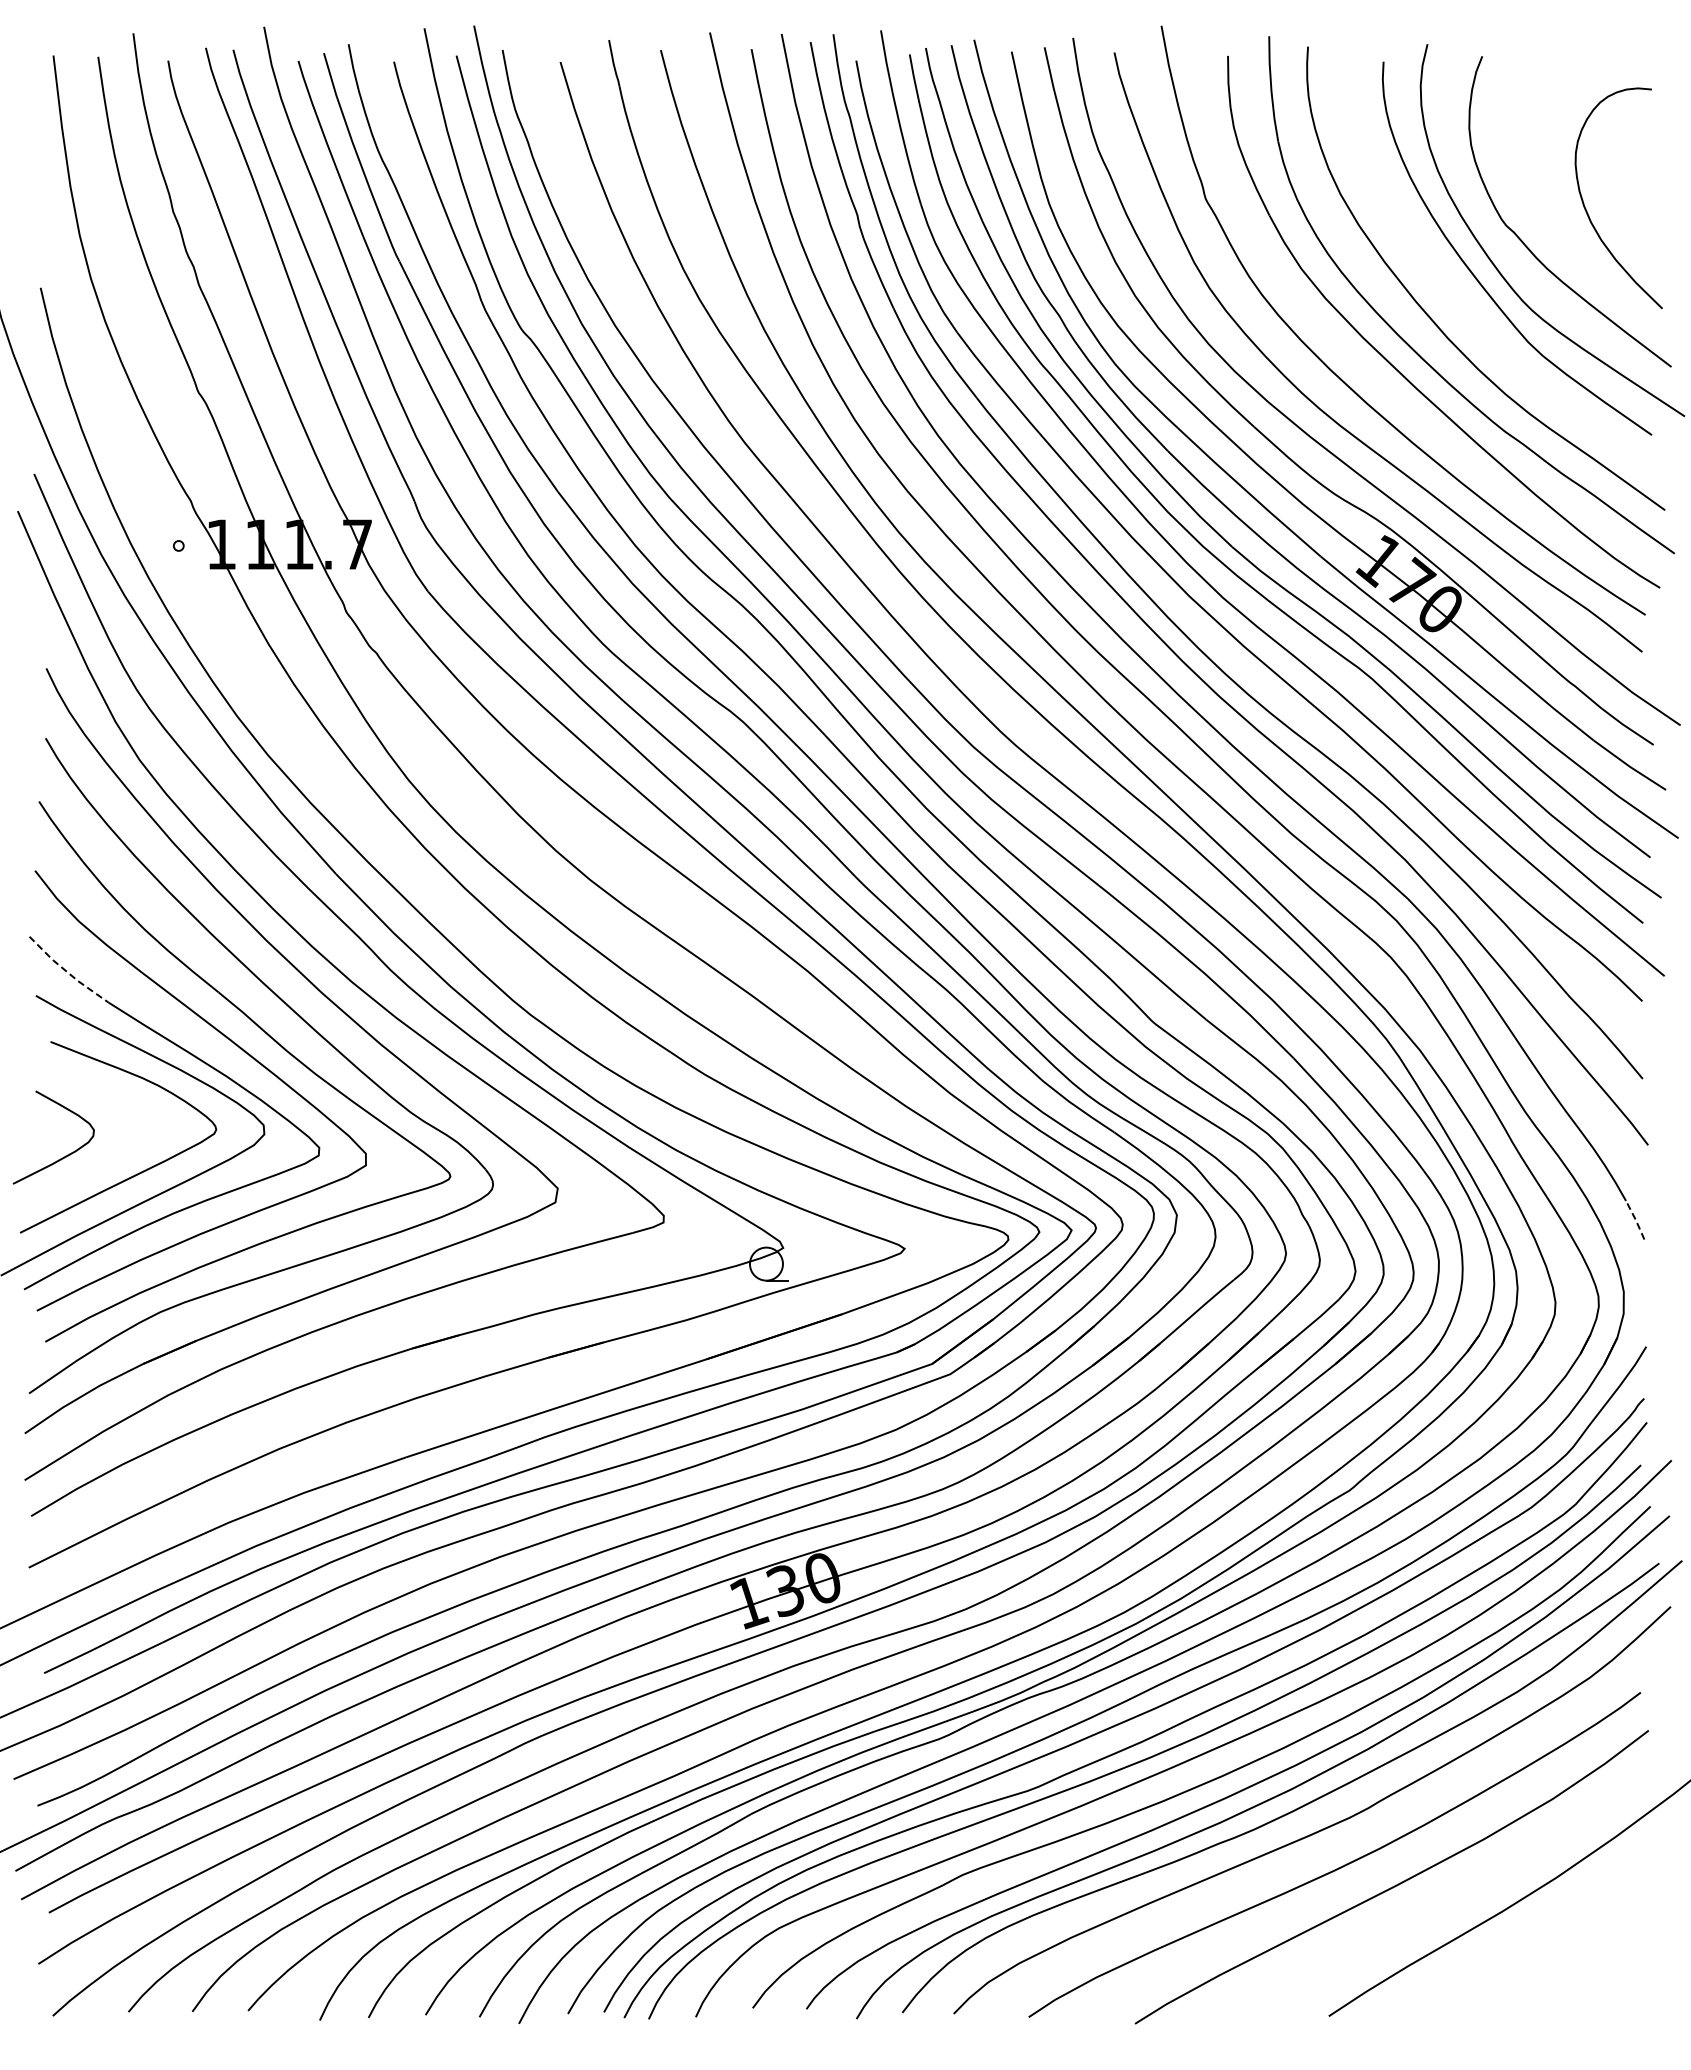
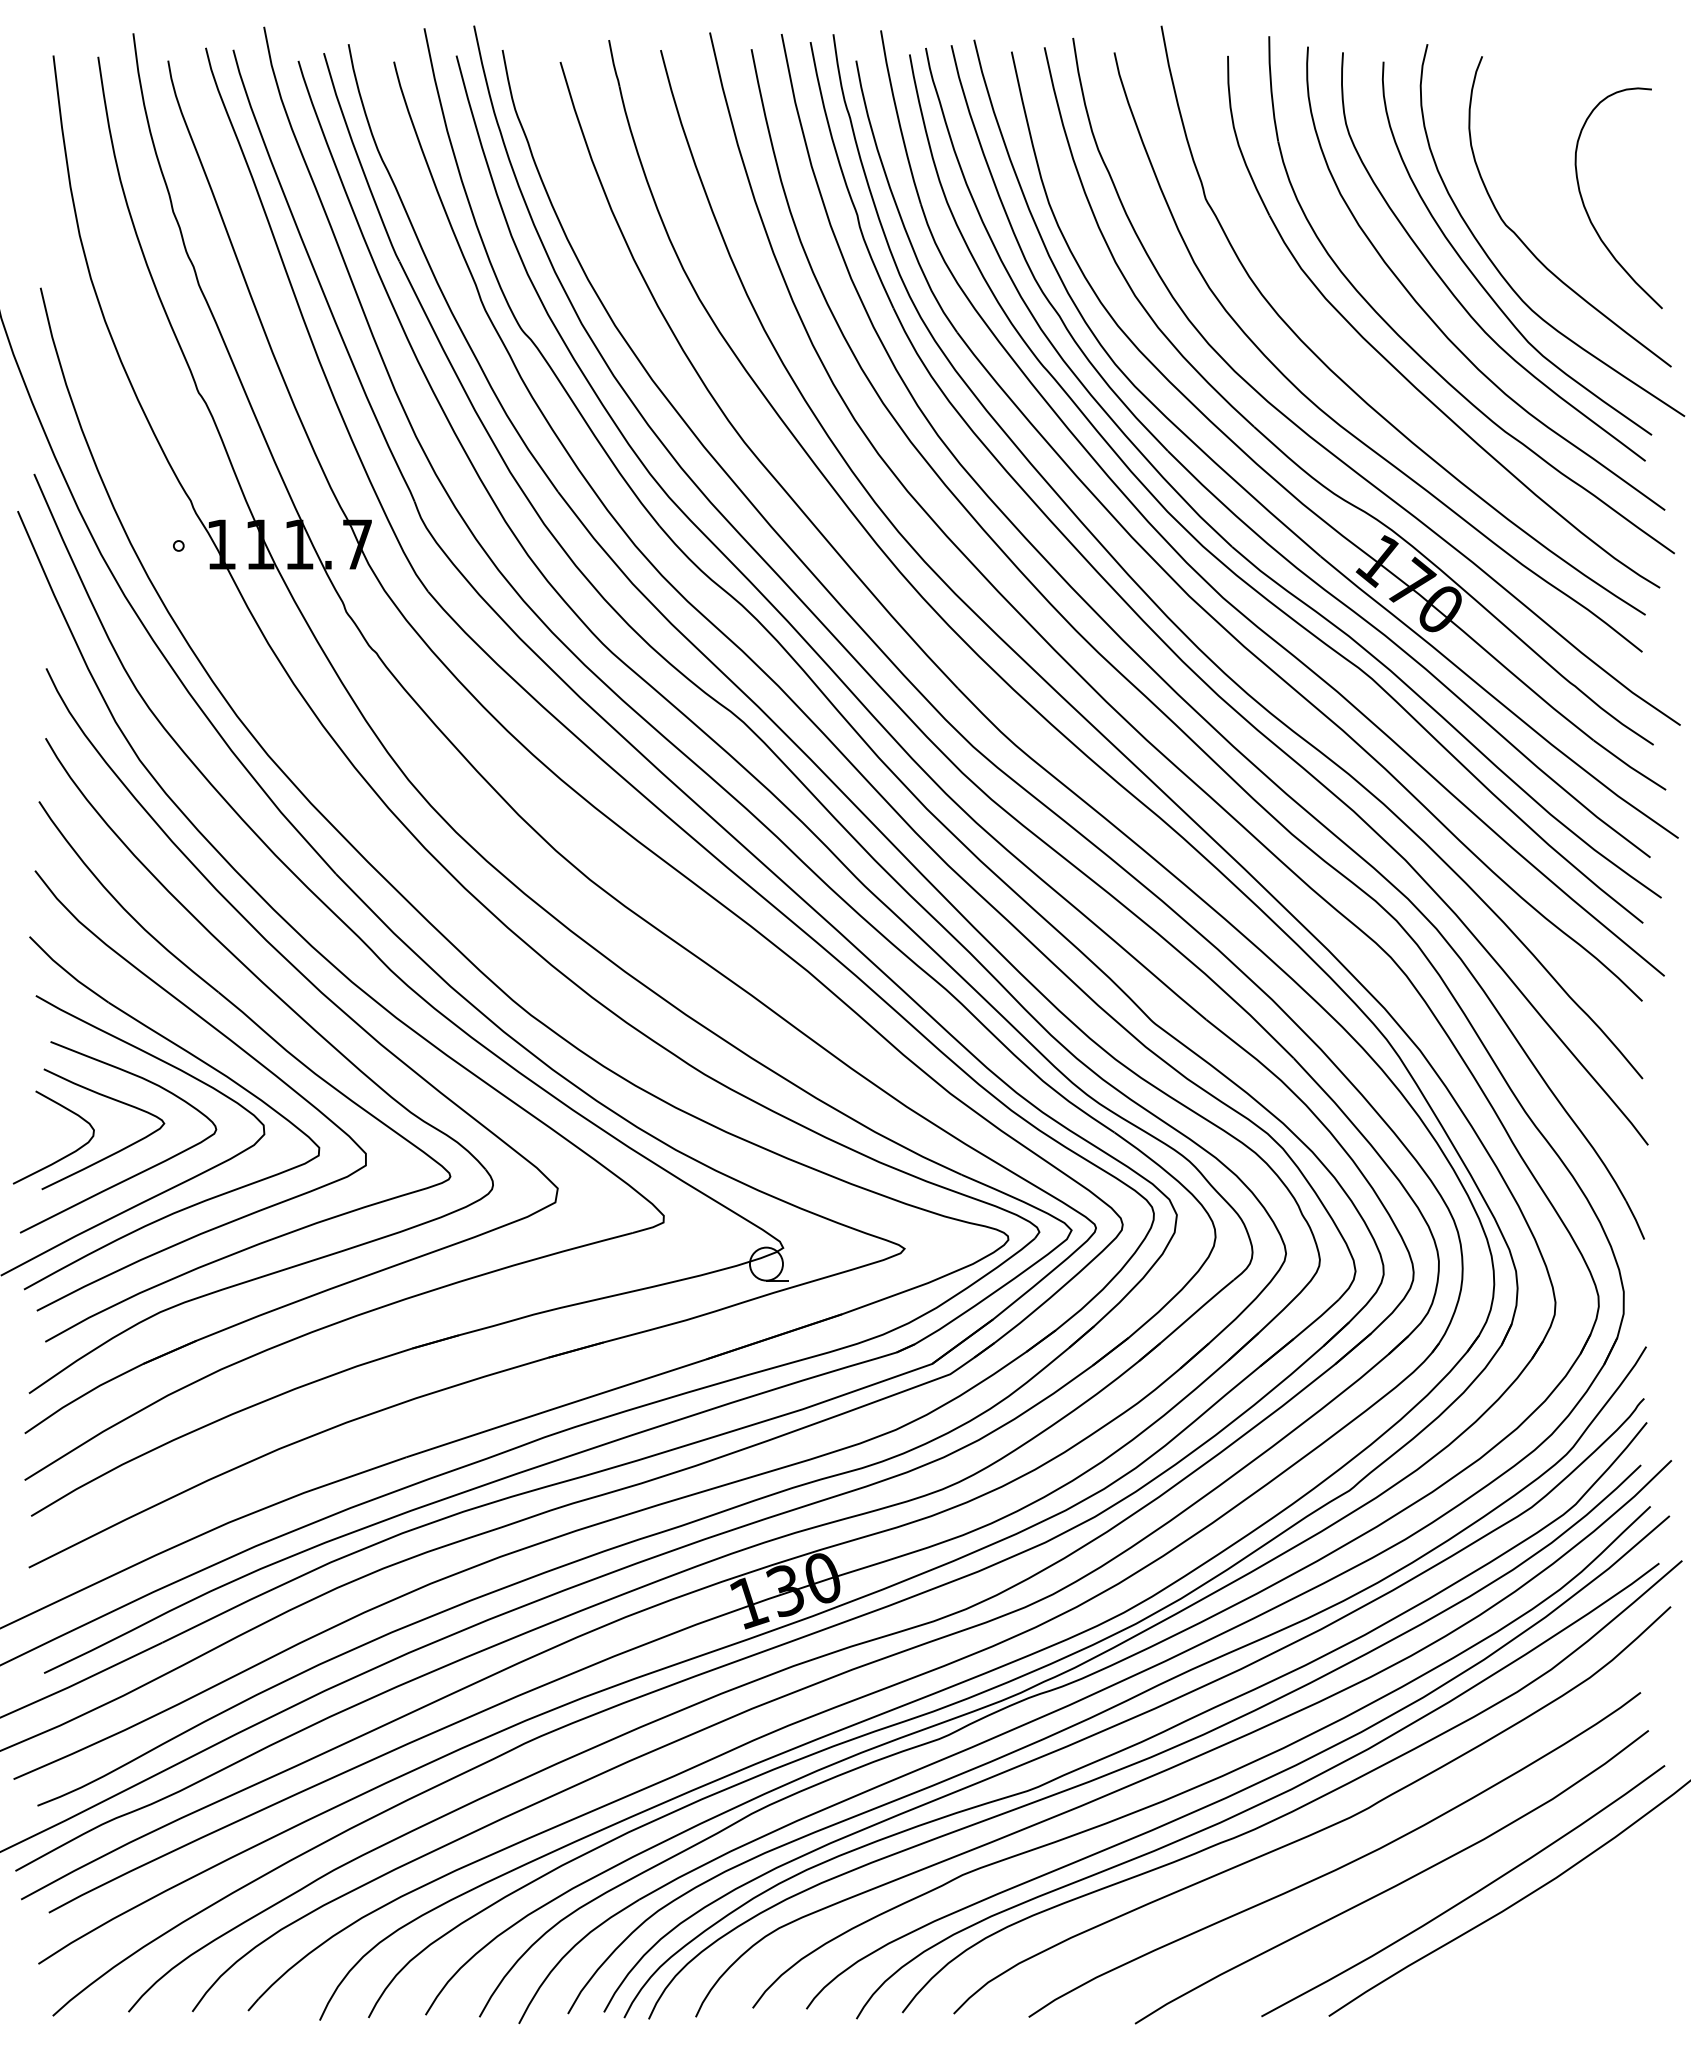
curve at (1451, 290): none -> present
line at (67, 971): dashed -> solid
curve at (114, 1152): none -> present
line at (1635, 1220): dashed -> solid
curve at (1466, 1897): none -> present
